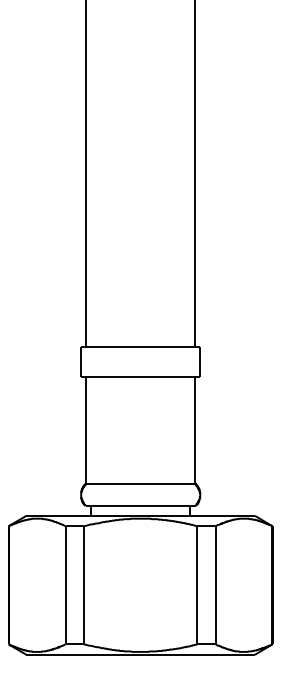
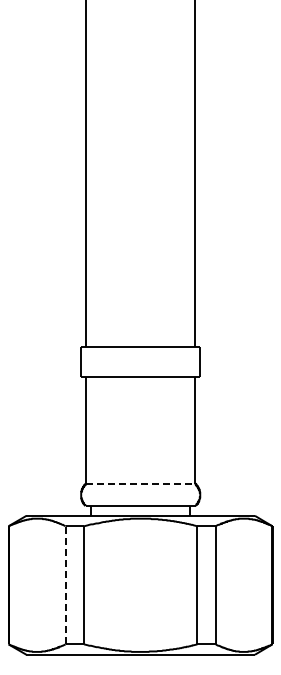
line at (140, 483): solid -> dashed
line at (65, 584): solid -> dashed
